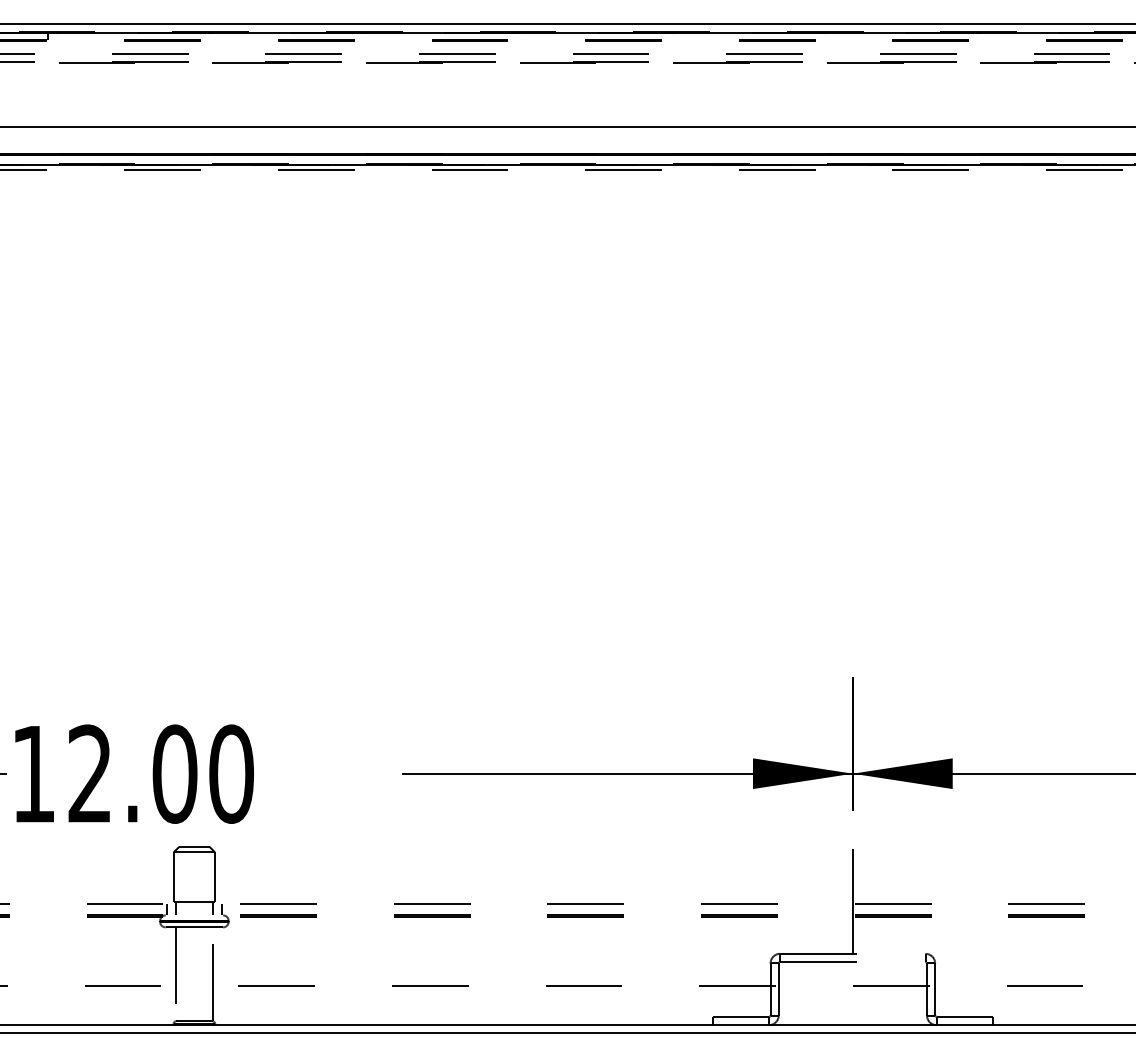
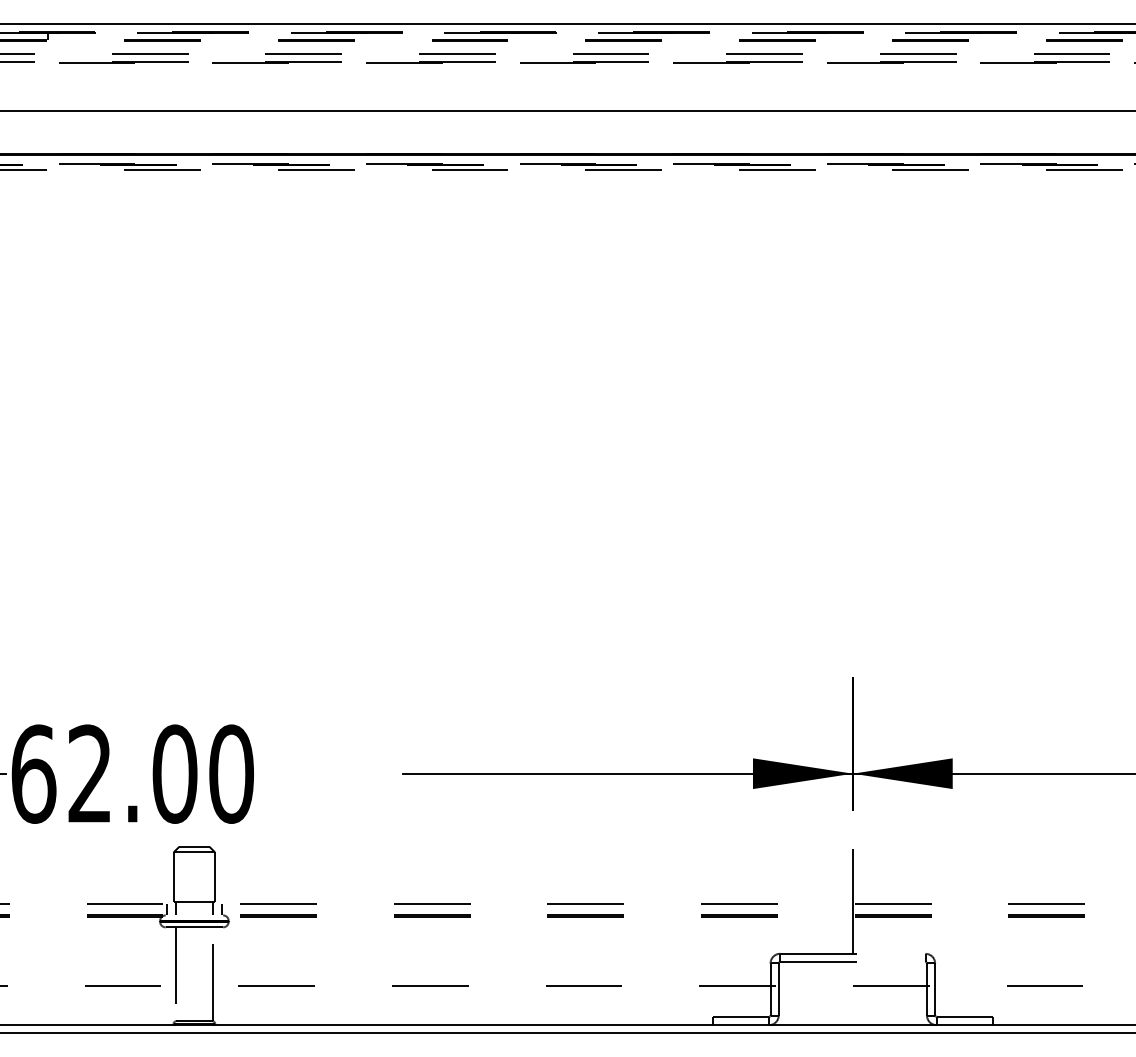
line at (568, 33): solid -> dashed
line at (567, 126) position: (567, 126) -> (567, 110)
line at (567, 165): solid -> dashed
text at (33, 773): 12.00 -> 62.00
